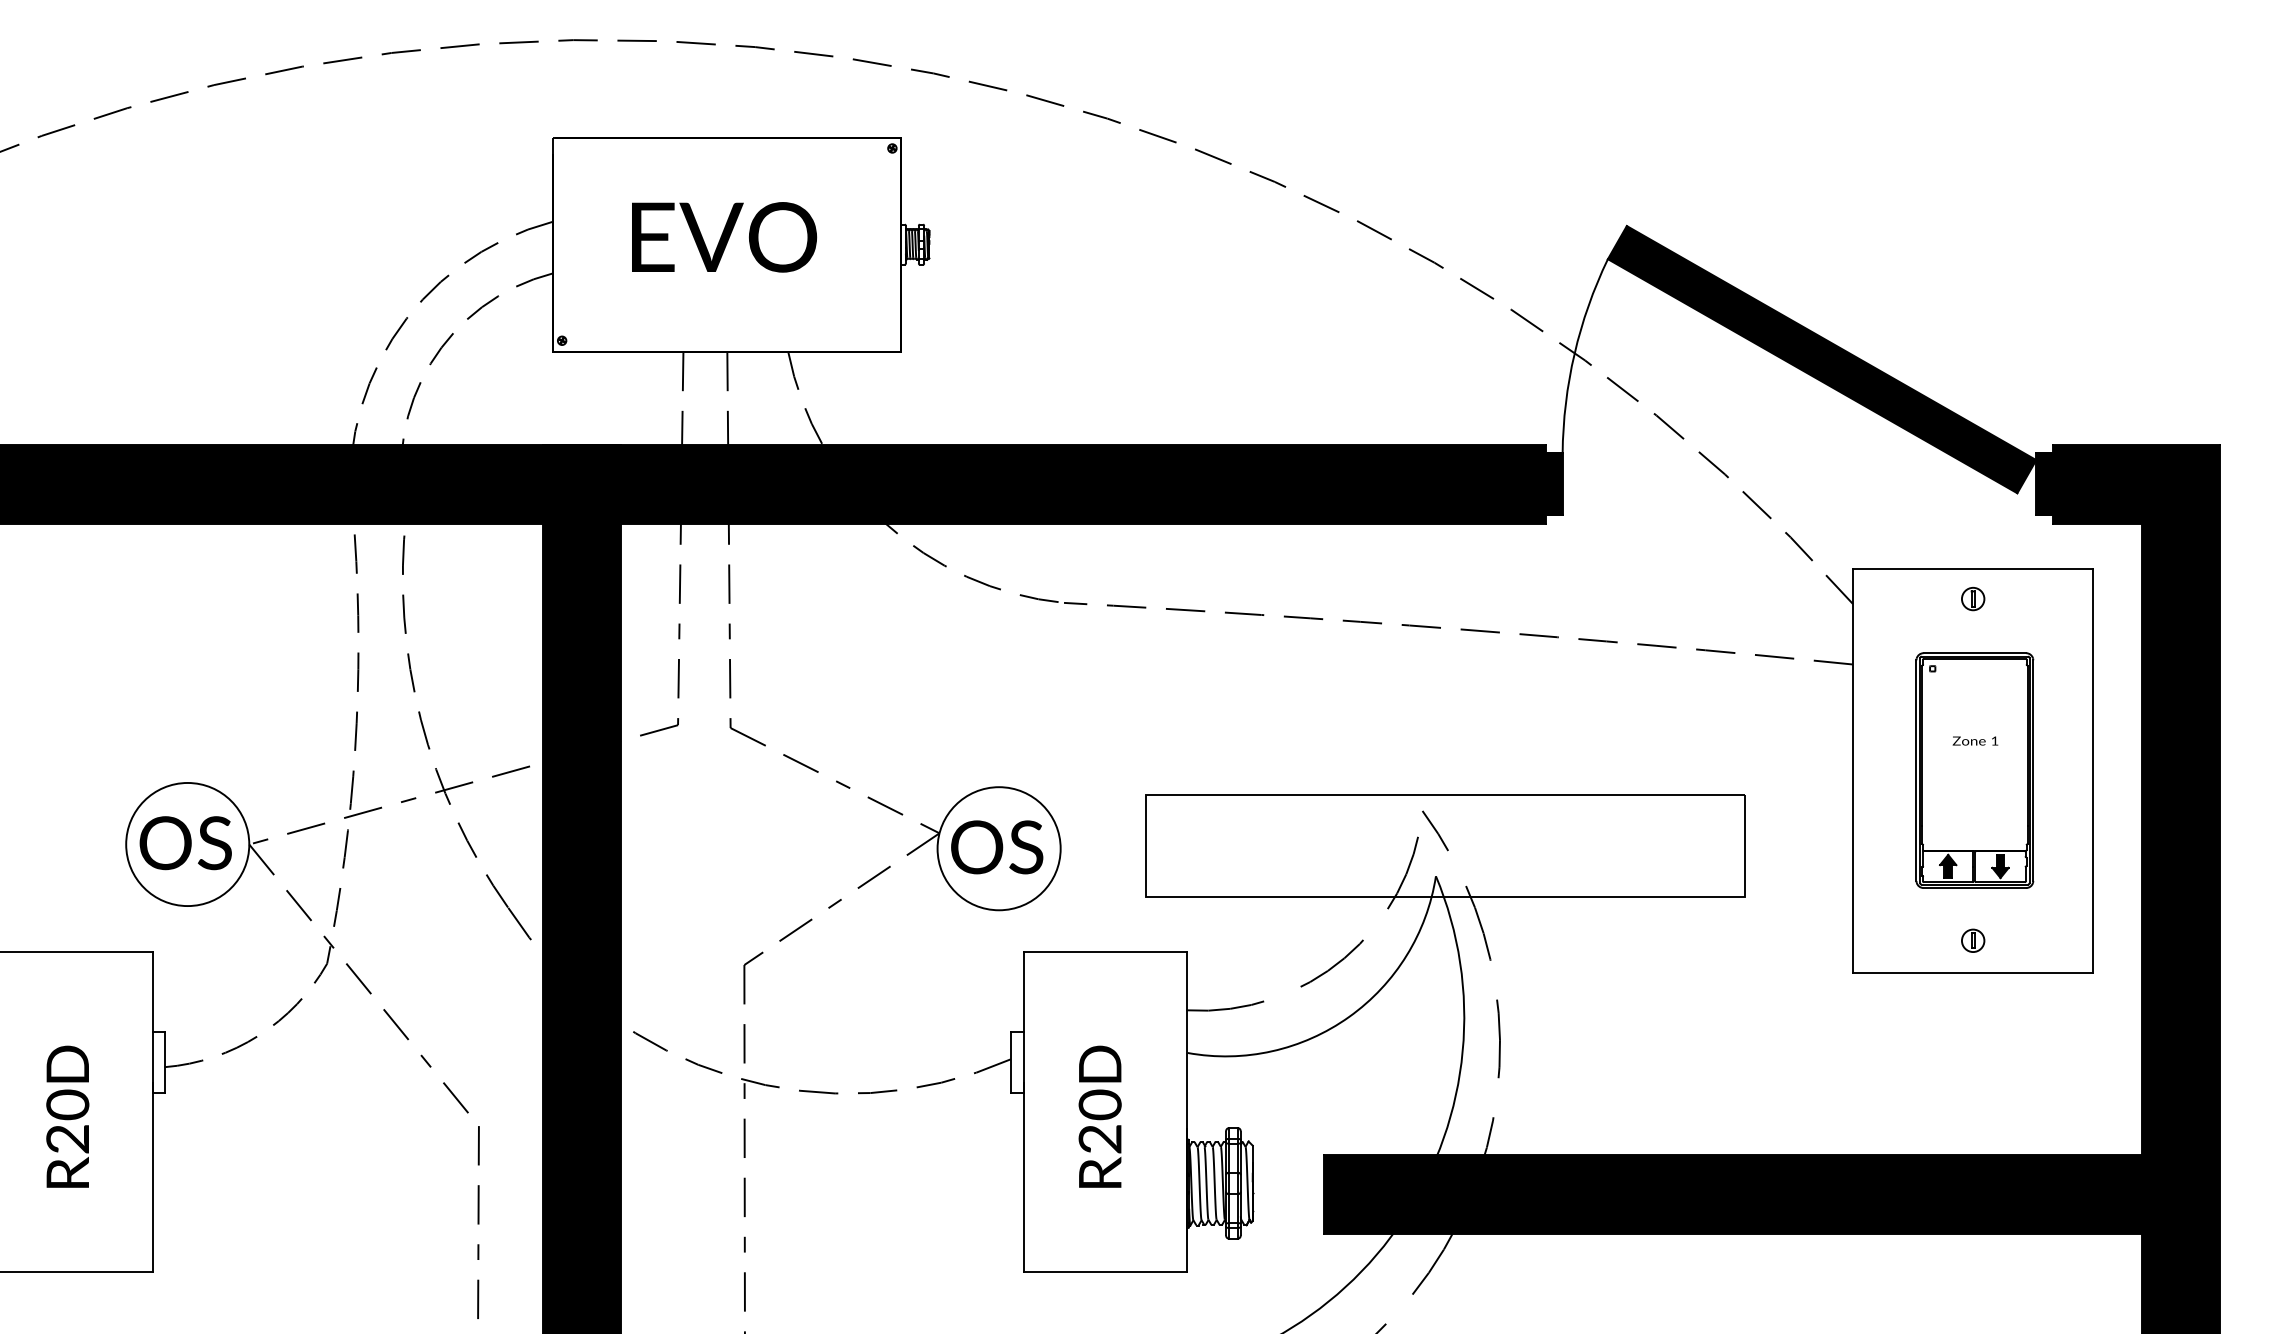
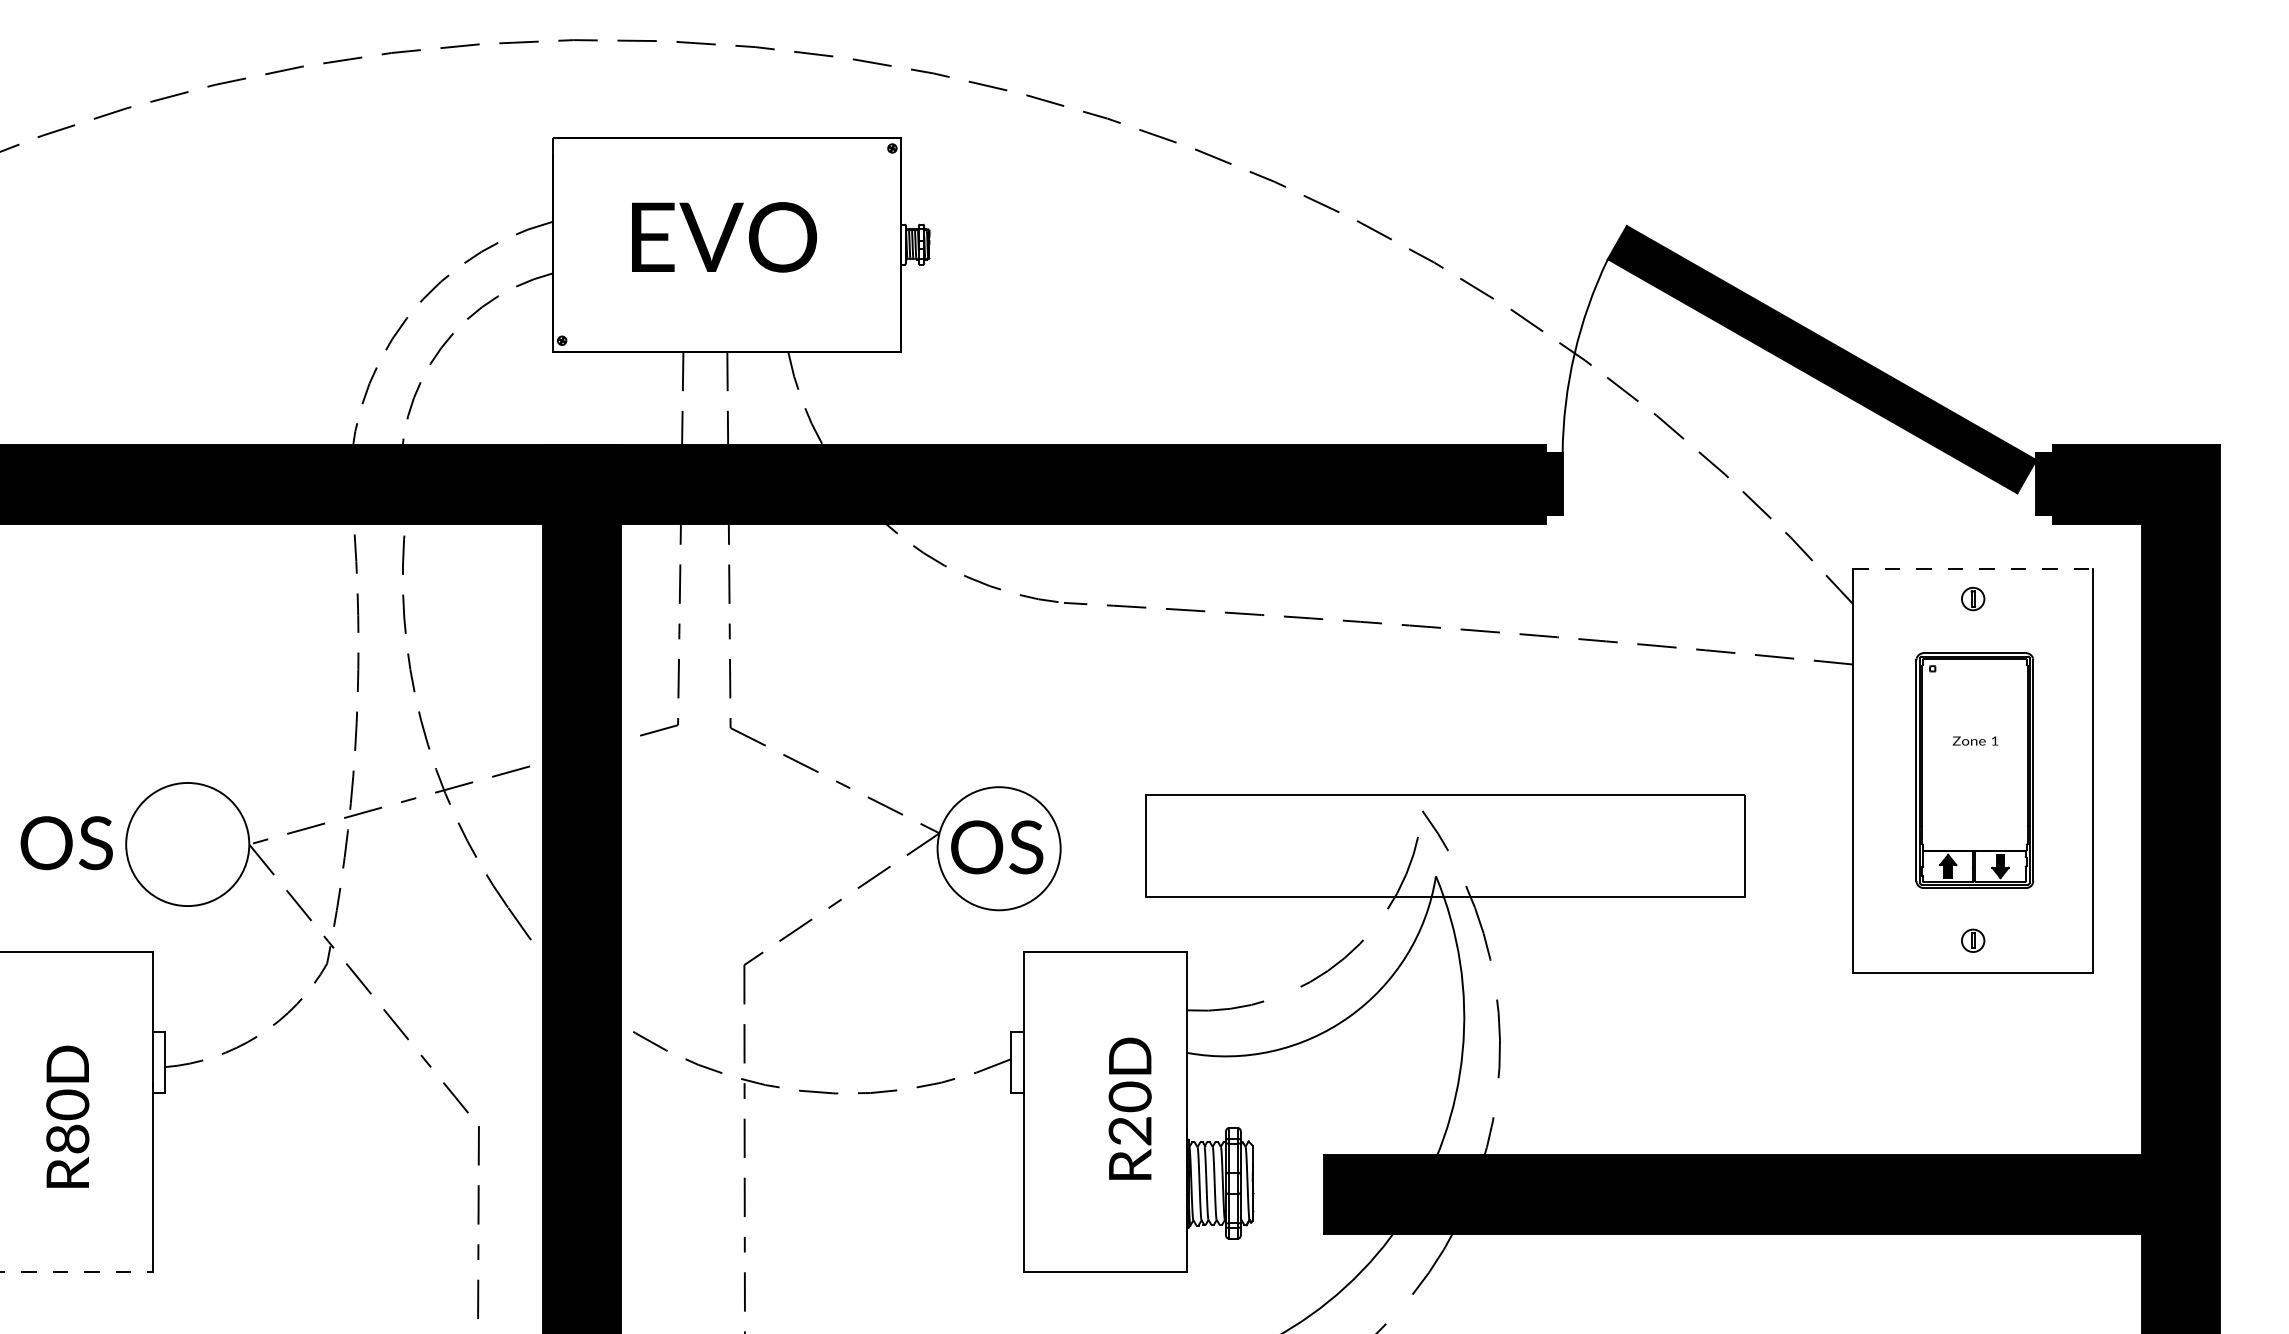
line at (1973, 568): solid -> dashed
text at (185, 843) position: (185, 843) -> (66, 843)
text at (1099, 1116) position: (1099, 1116) -> (1129, 1108)
text at (68, 1138): R20D -> R80D
line at (77, 1271): solid -> dashed
